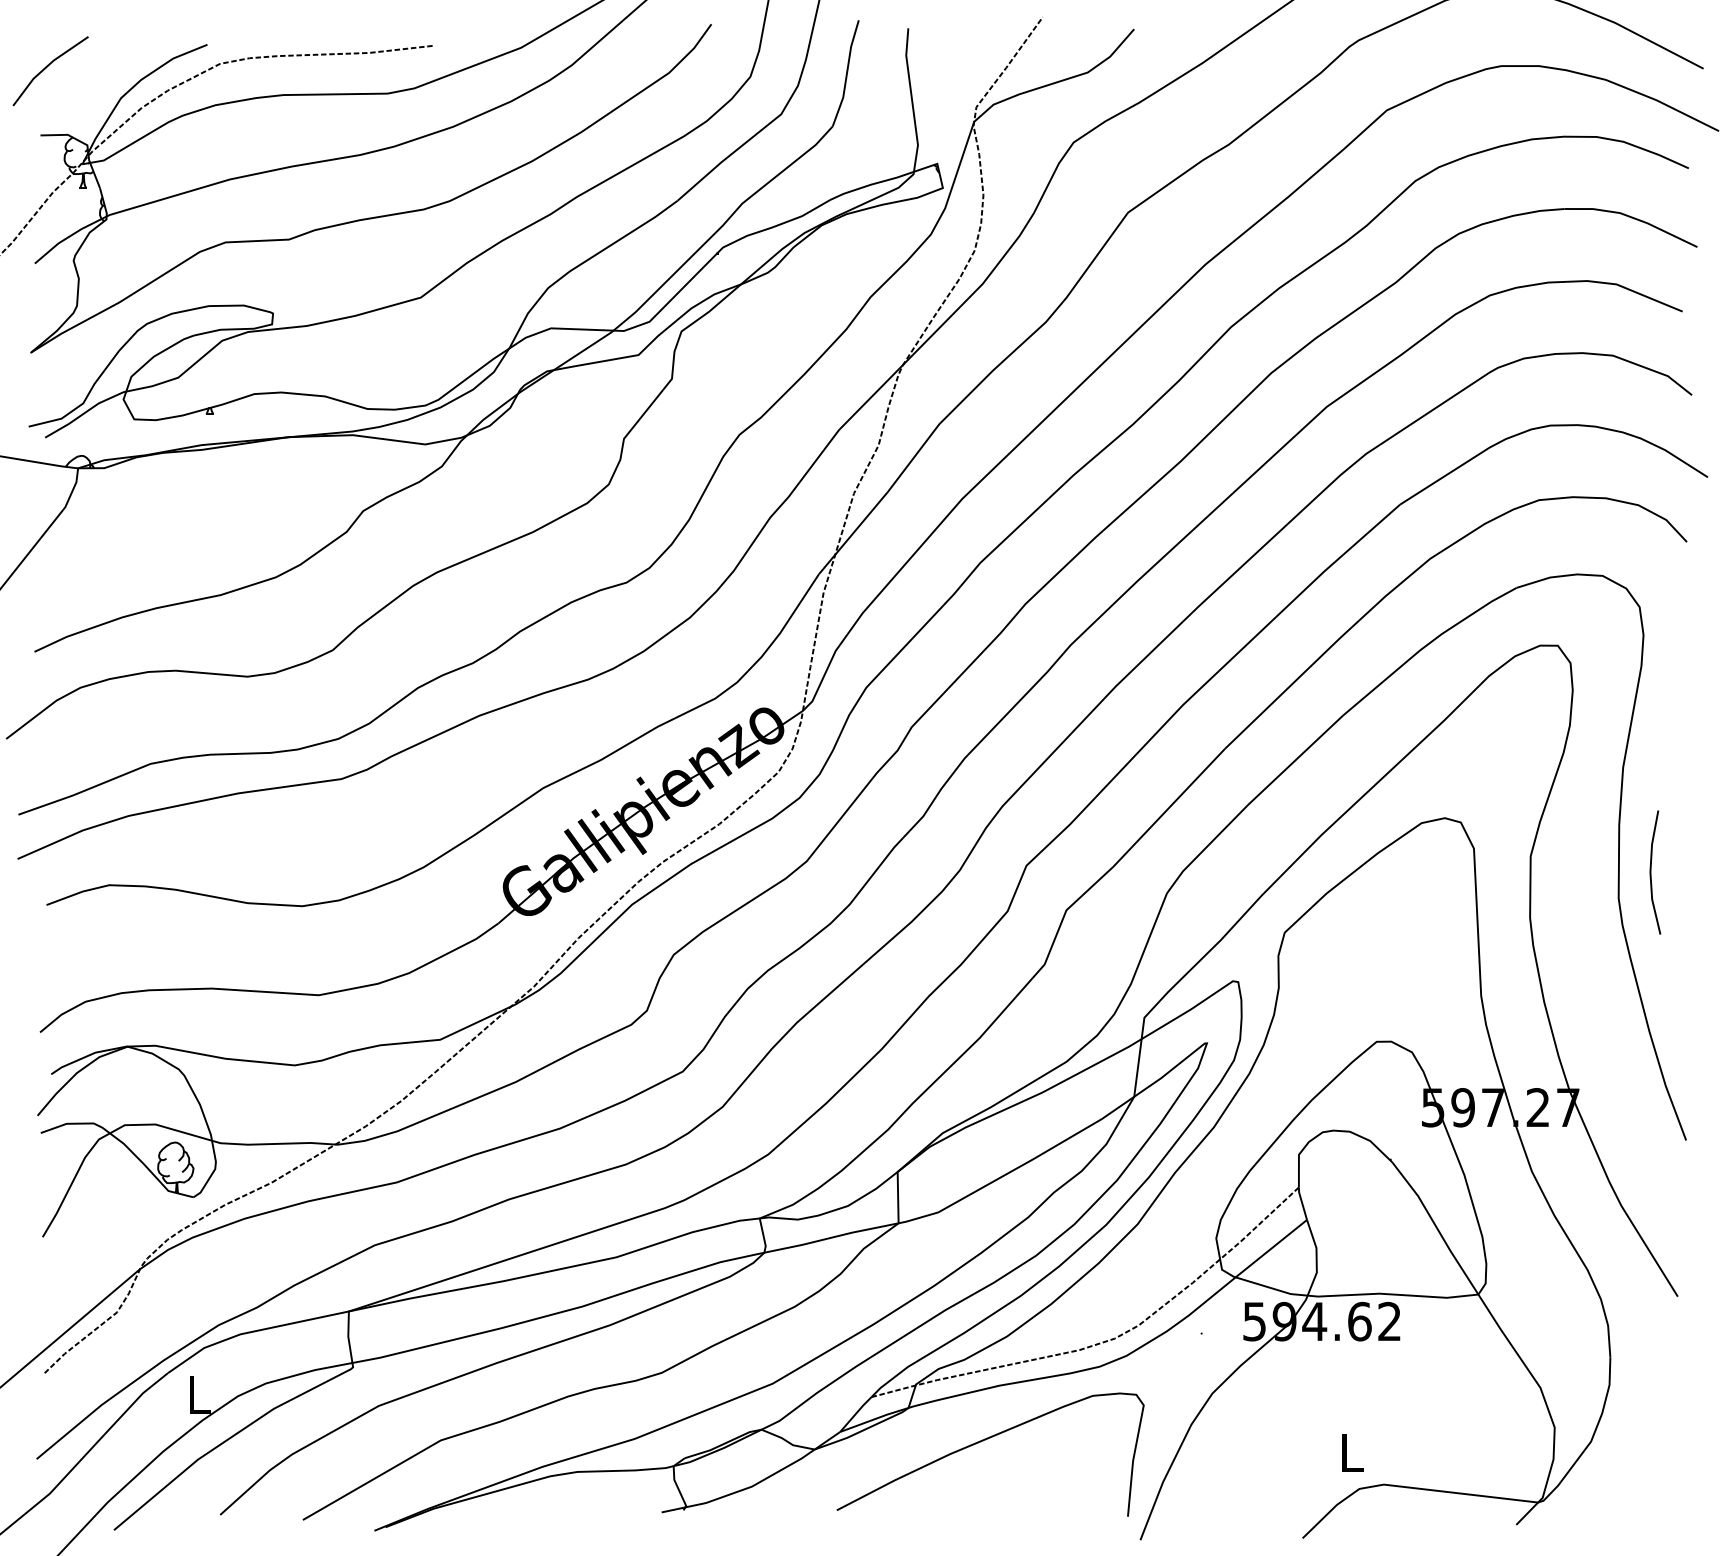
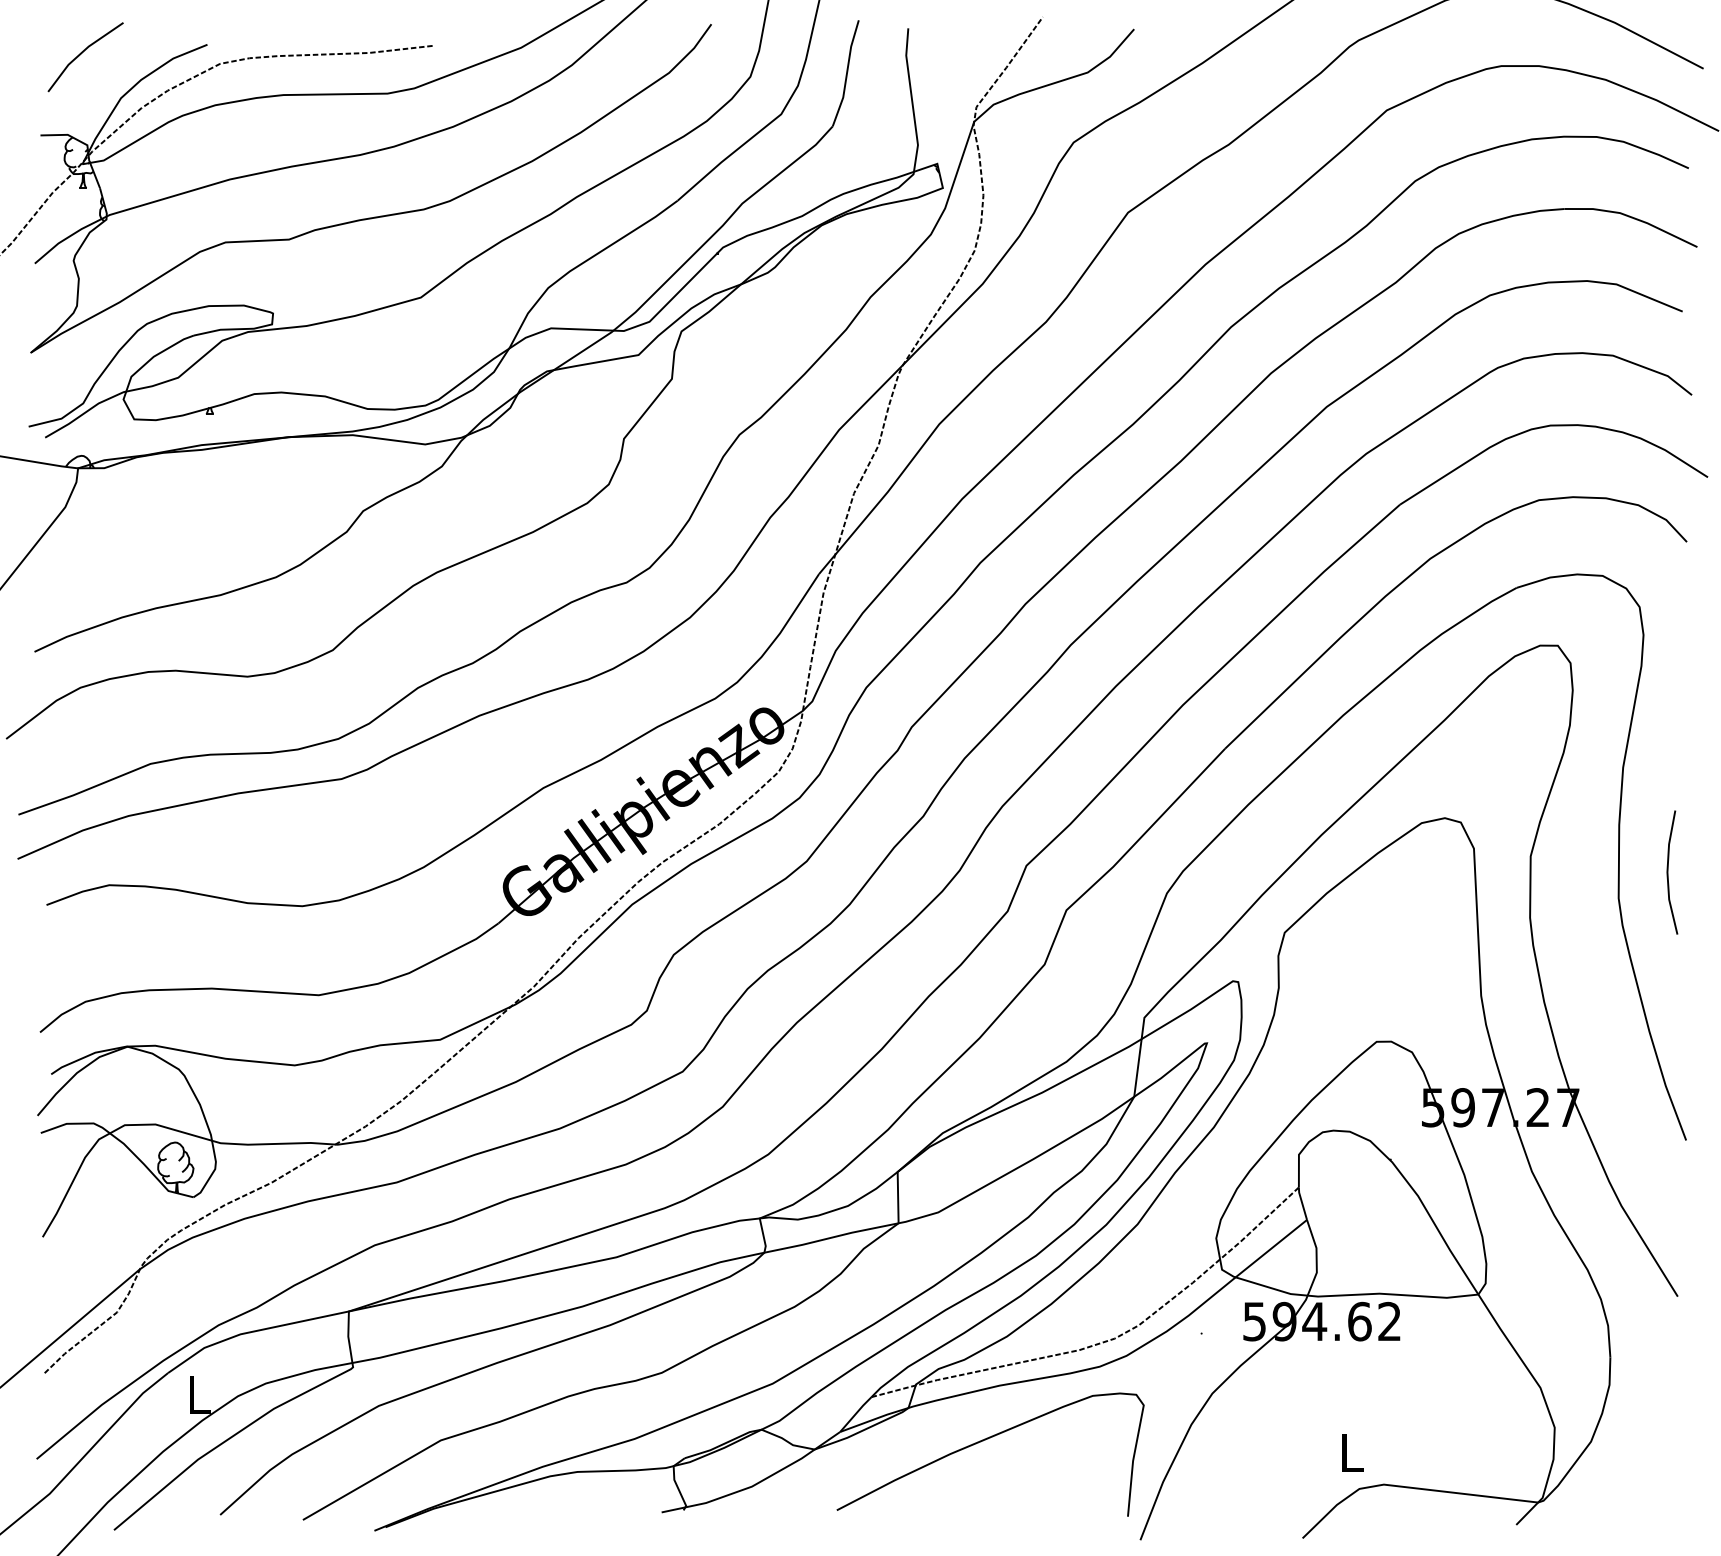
line at (47, 67) position: (47, 67) -> (82, 53)
line at (1651, 872) position: (1651, 872) -> (1668, 872)
